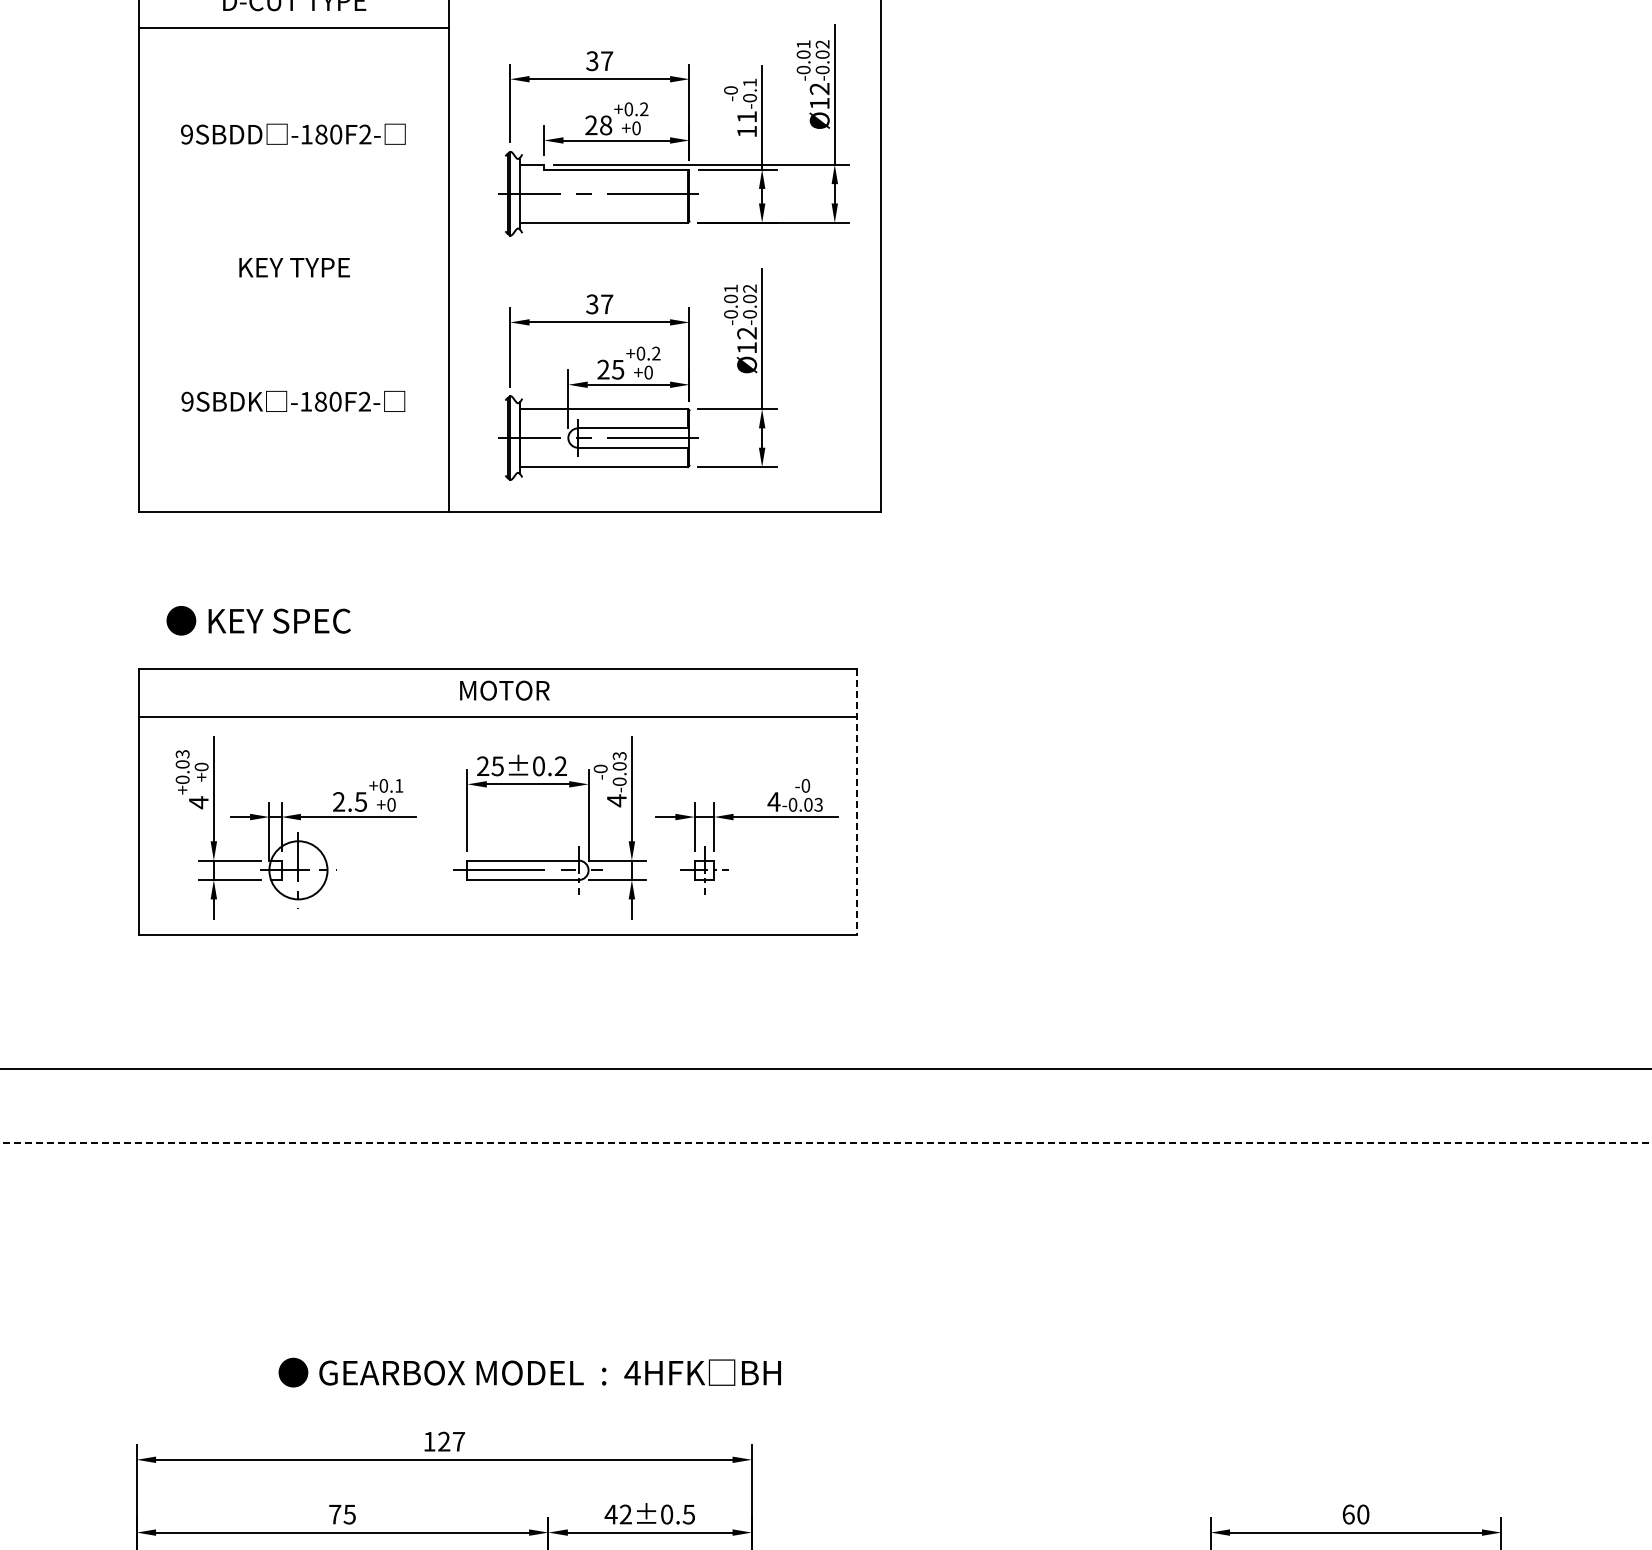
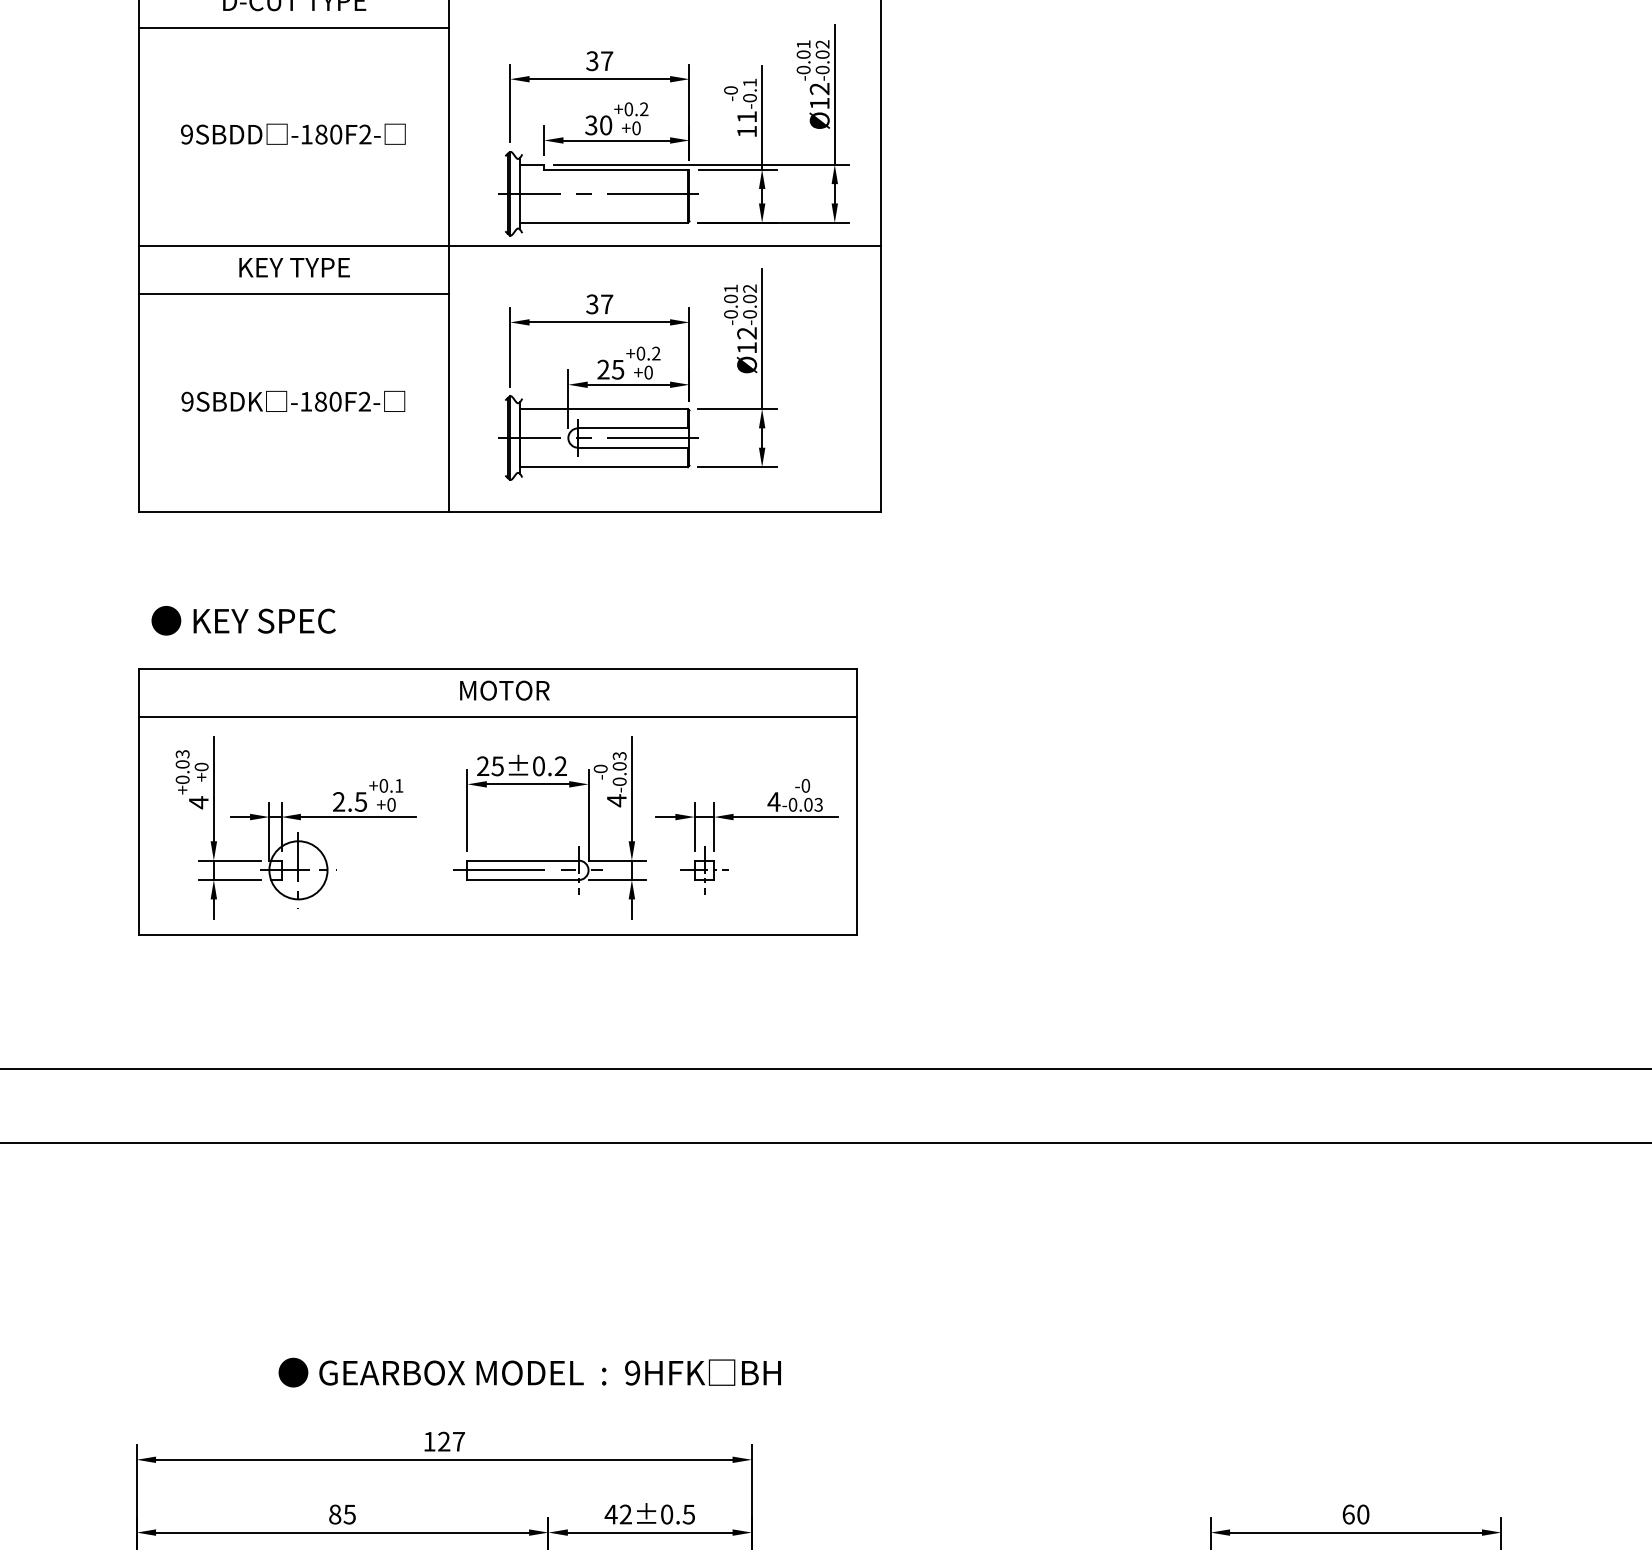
text at (598, 125): 28 -> 30
line at (510, 245): none -> present
line at (294, 294): none -> present
text at (258, 620) position: (258, 620) -> (243, 620)
line at (857, 802): dashed -> solid
line at (826, 1143): dashed -> solid
text at (632, 1372): 4HFK -> 9HFK
text at (335, 1514): 75 -> 85
